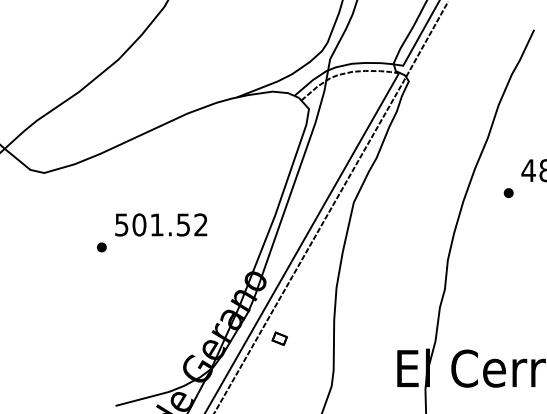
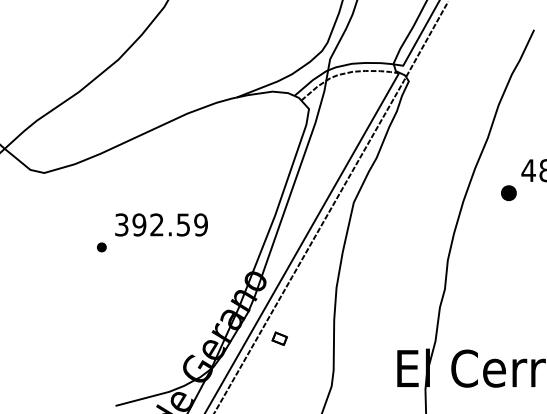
part at (508, 192) size: 11x10 px -> 16x16 px
text at (161, 224): 501.52 -> 392.59
